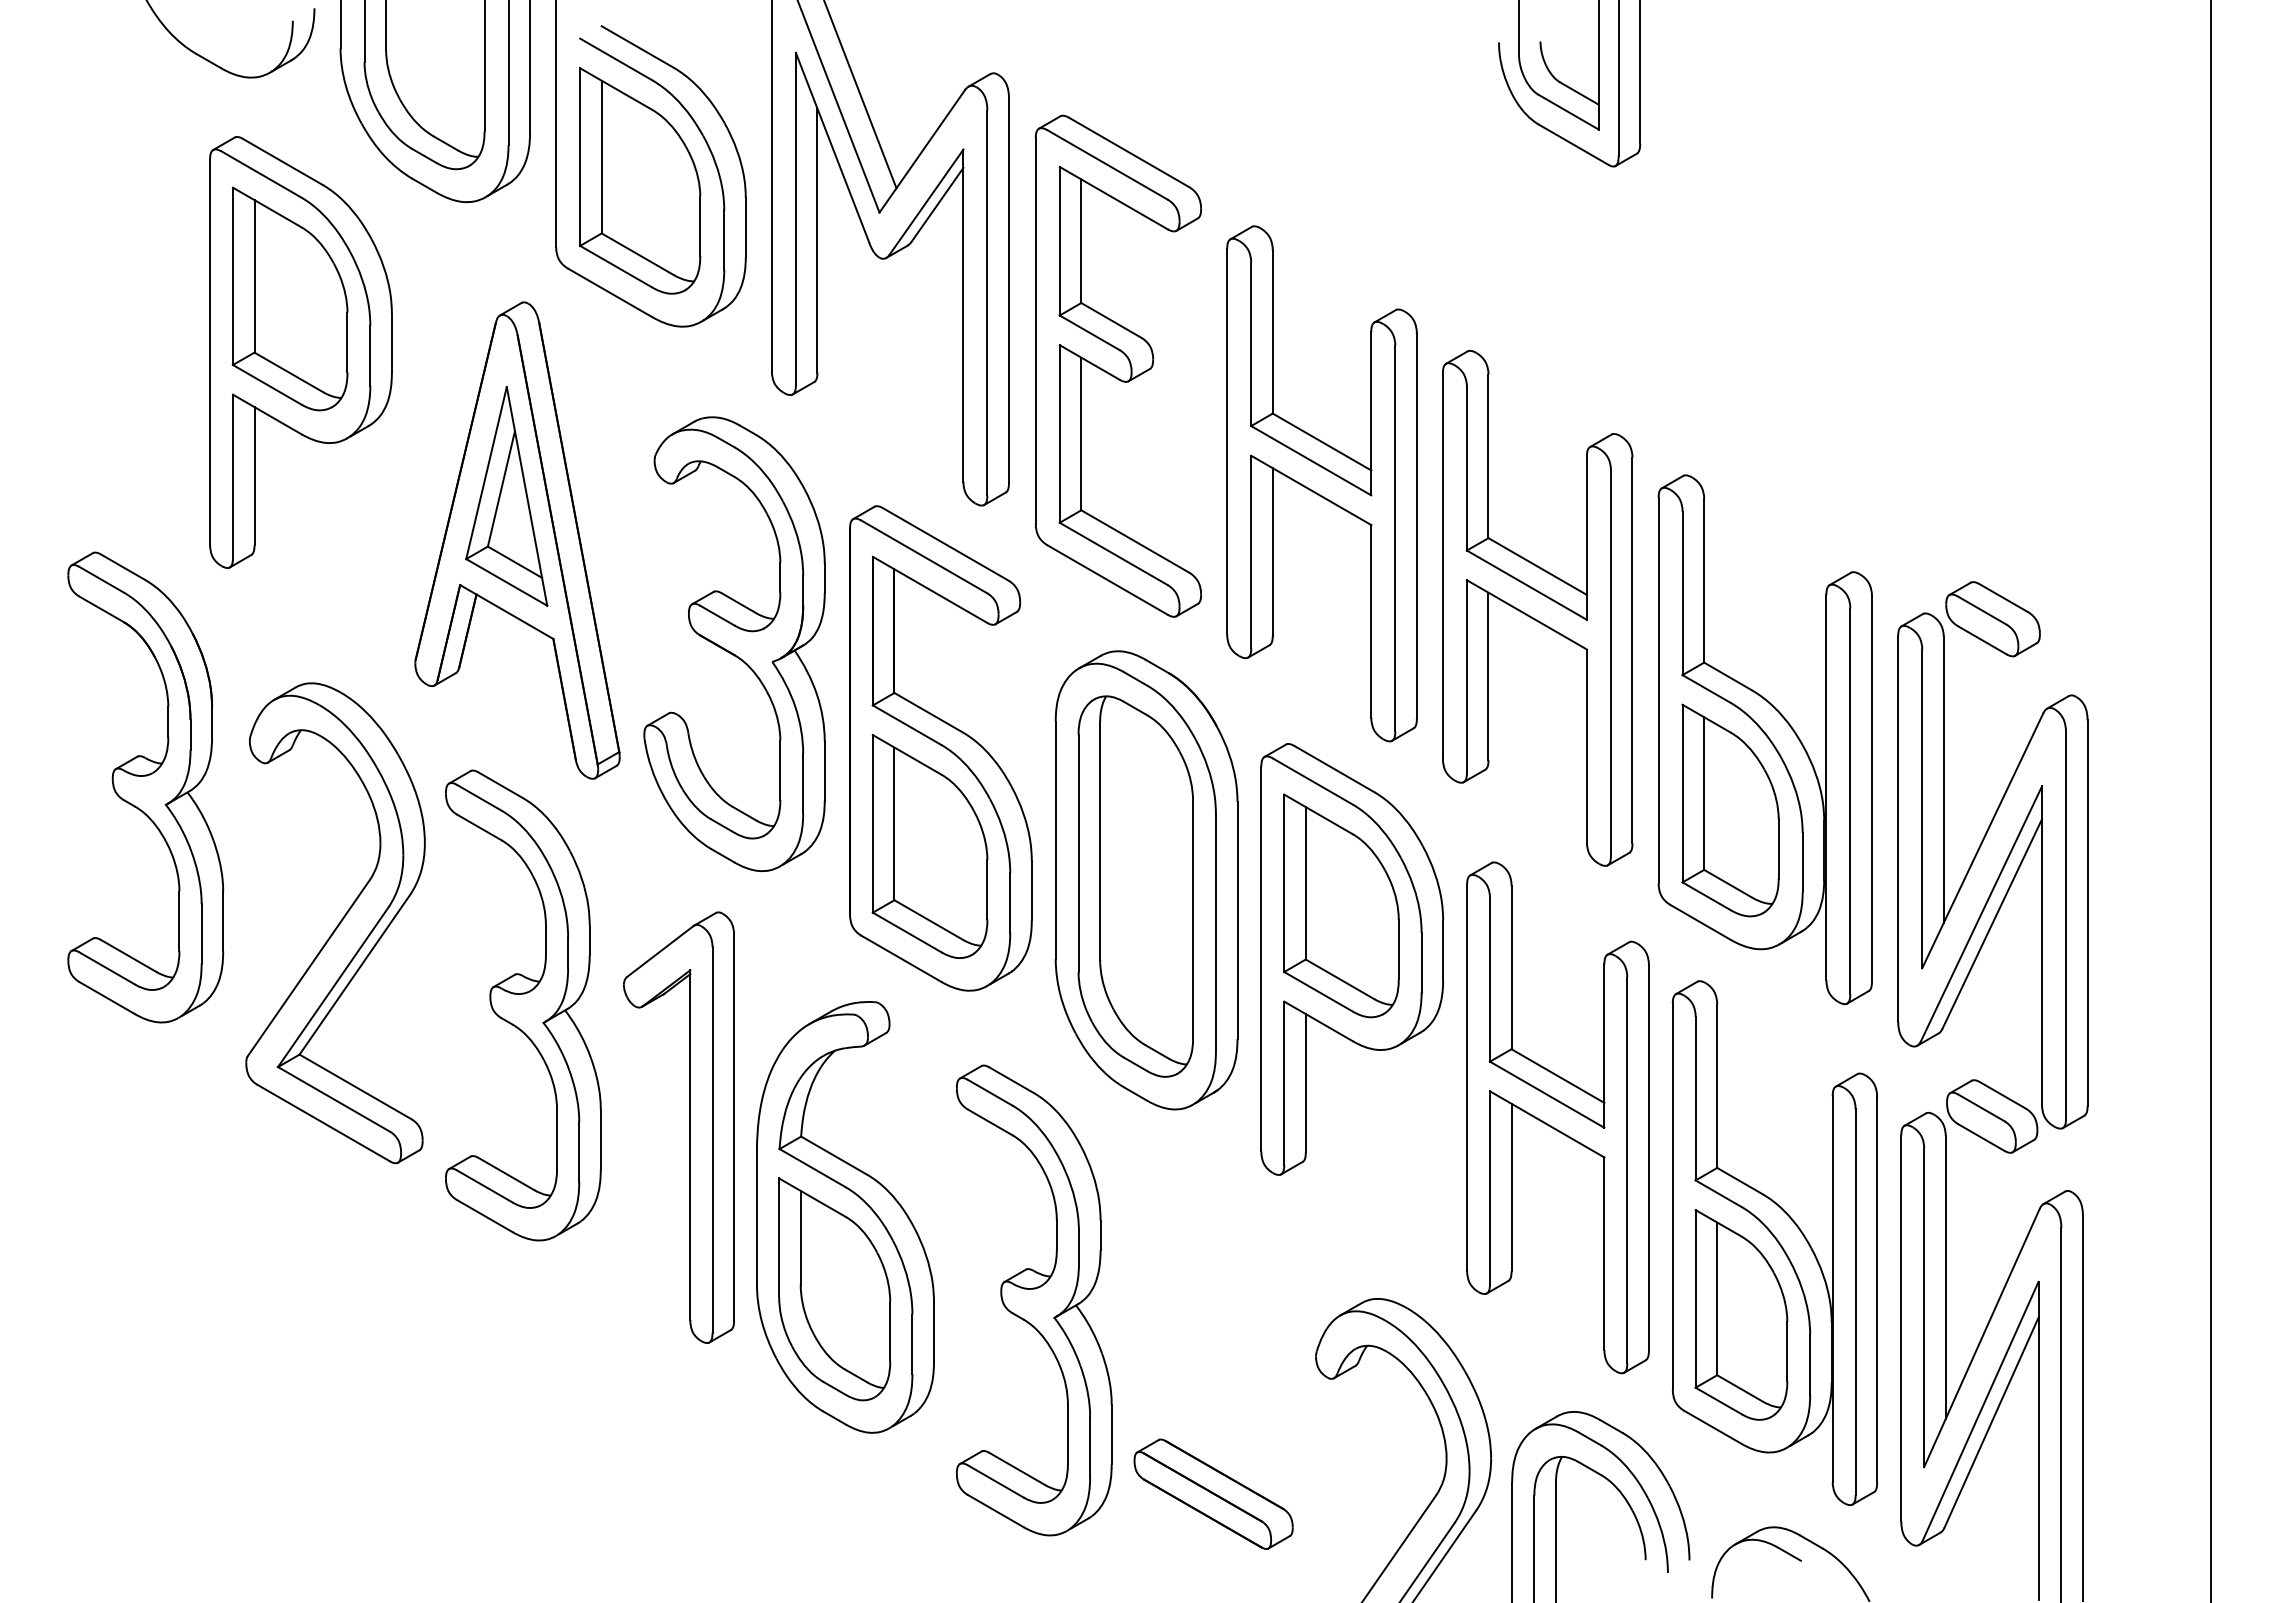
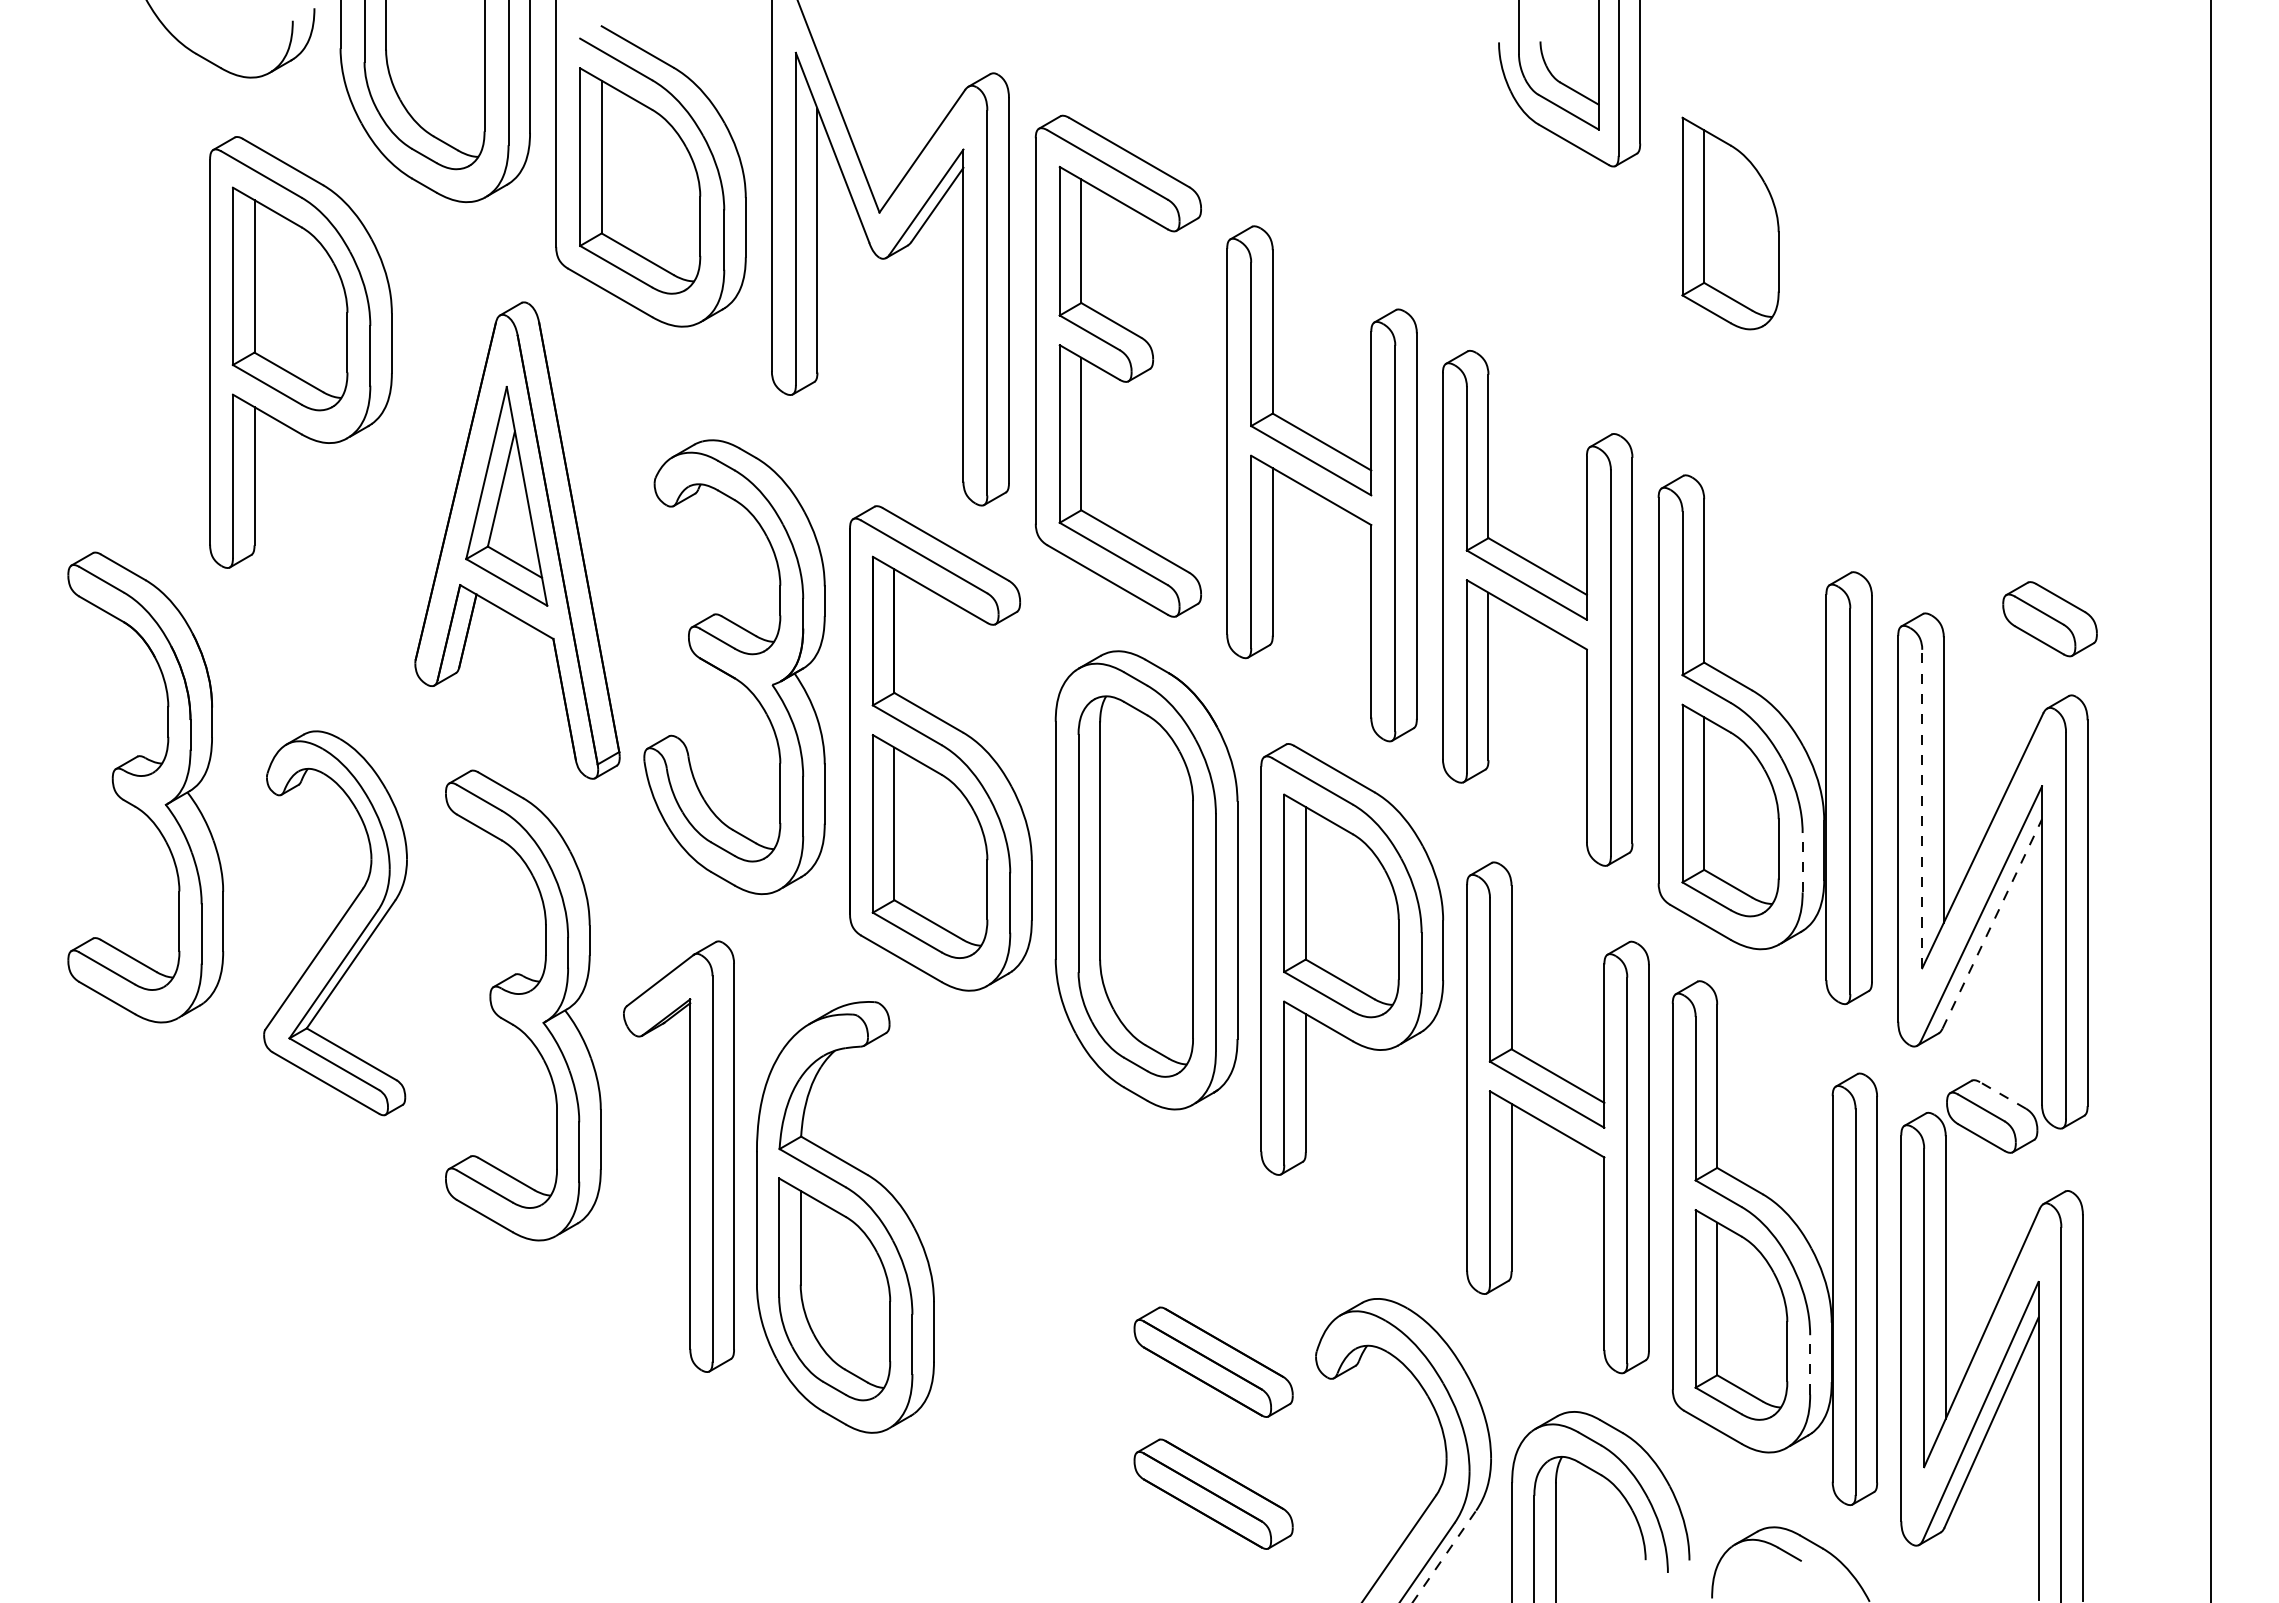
line at (860, 95): present -> none
part at (1730, 223): none -> present
part at (1992, 619) position: (1992, 619) -> (2049, 619)
part at (734, 644) position: (734, 644) -> (734, 667)
line at (1922, 808): solid -> dashed
line at (1802, 862): solid -> dashed
part at (335, 923) size: 181x483 px -> 145x387 px
line at (1992, 923): solid -> dashed
line at (2003, 1095): solid -> dashed
part at (689, 1127) position: (689, 1127) -> (689, 1156)
part at (1034, 1300): present -> none
part at (1213, 1361): none -> present
line at (1810, 1364): solid -> dashed
line at (1444, 1556): solid -> dashed
